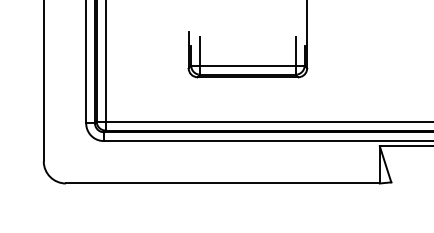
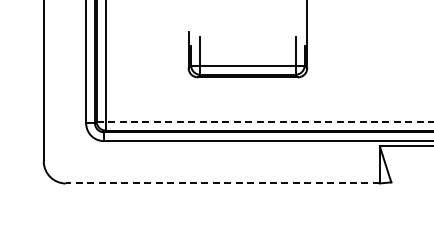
line at (265, 121): solid -> dashed
line at (222, 183): solid -> dashed
